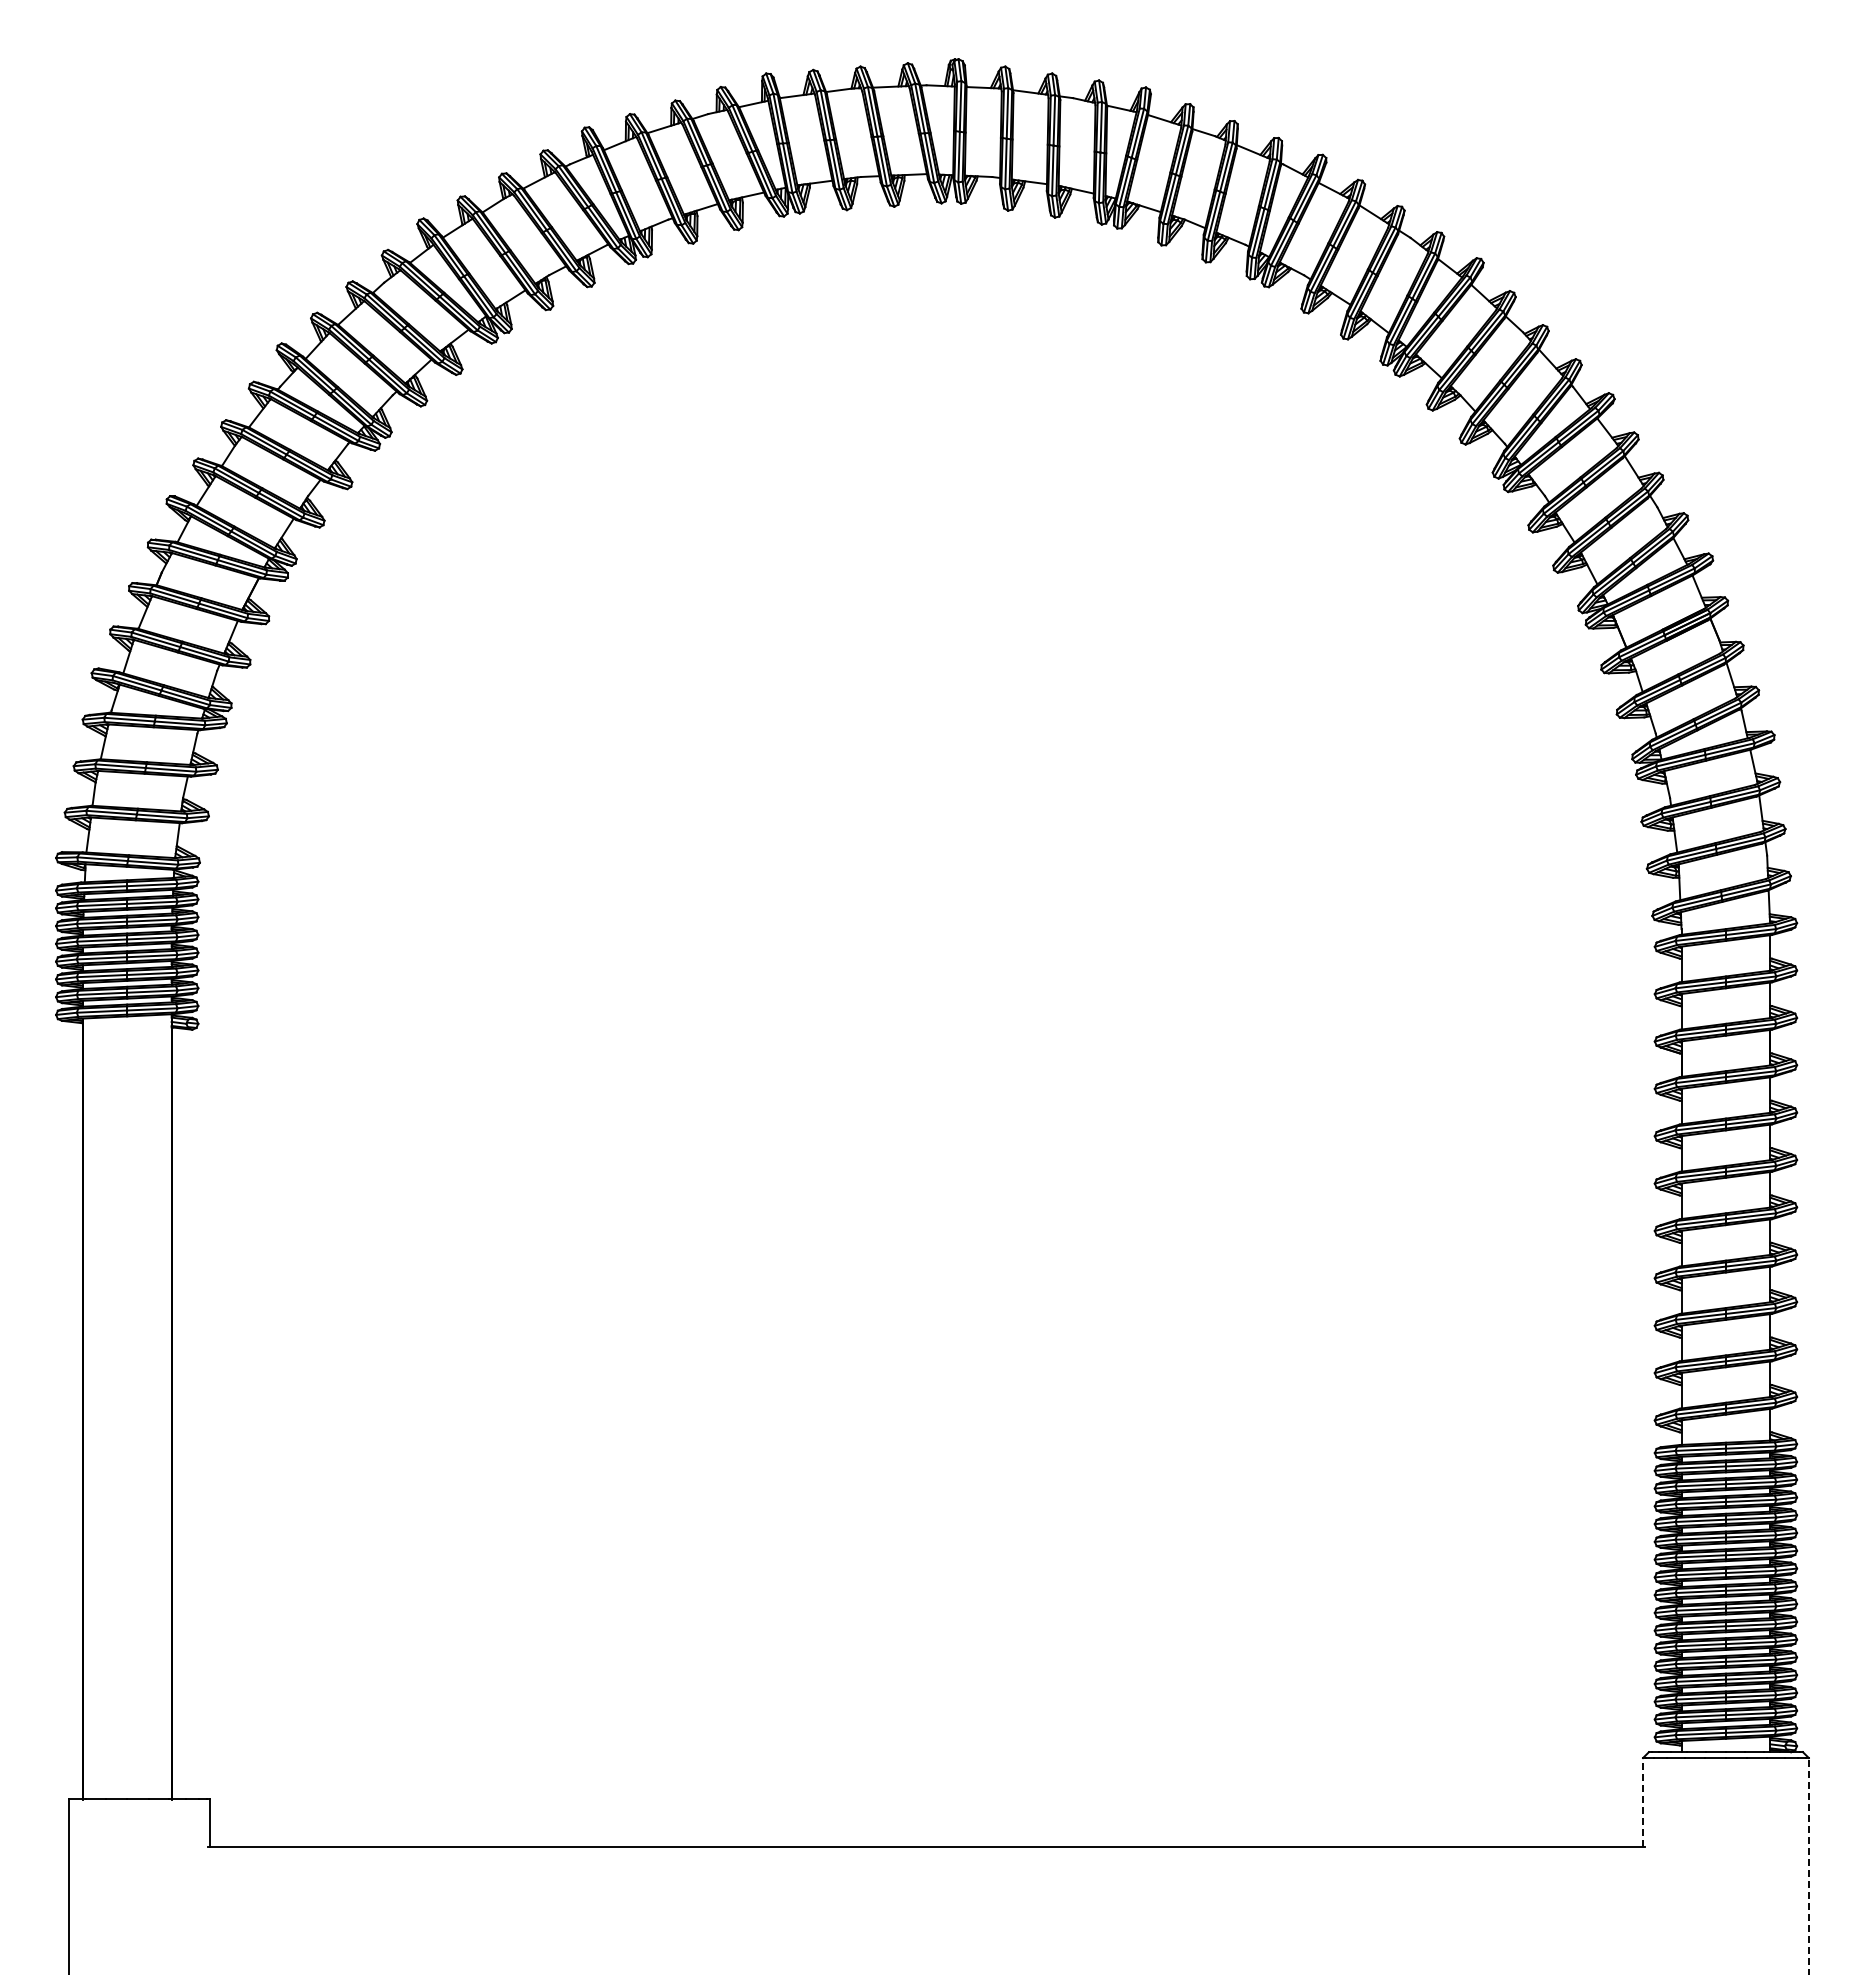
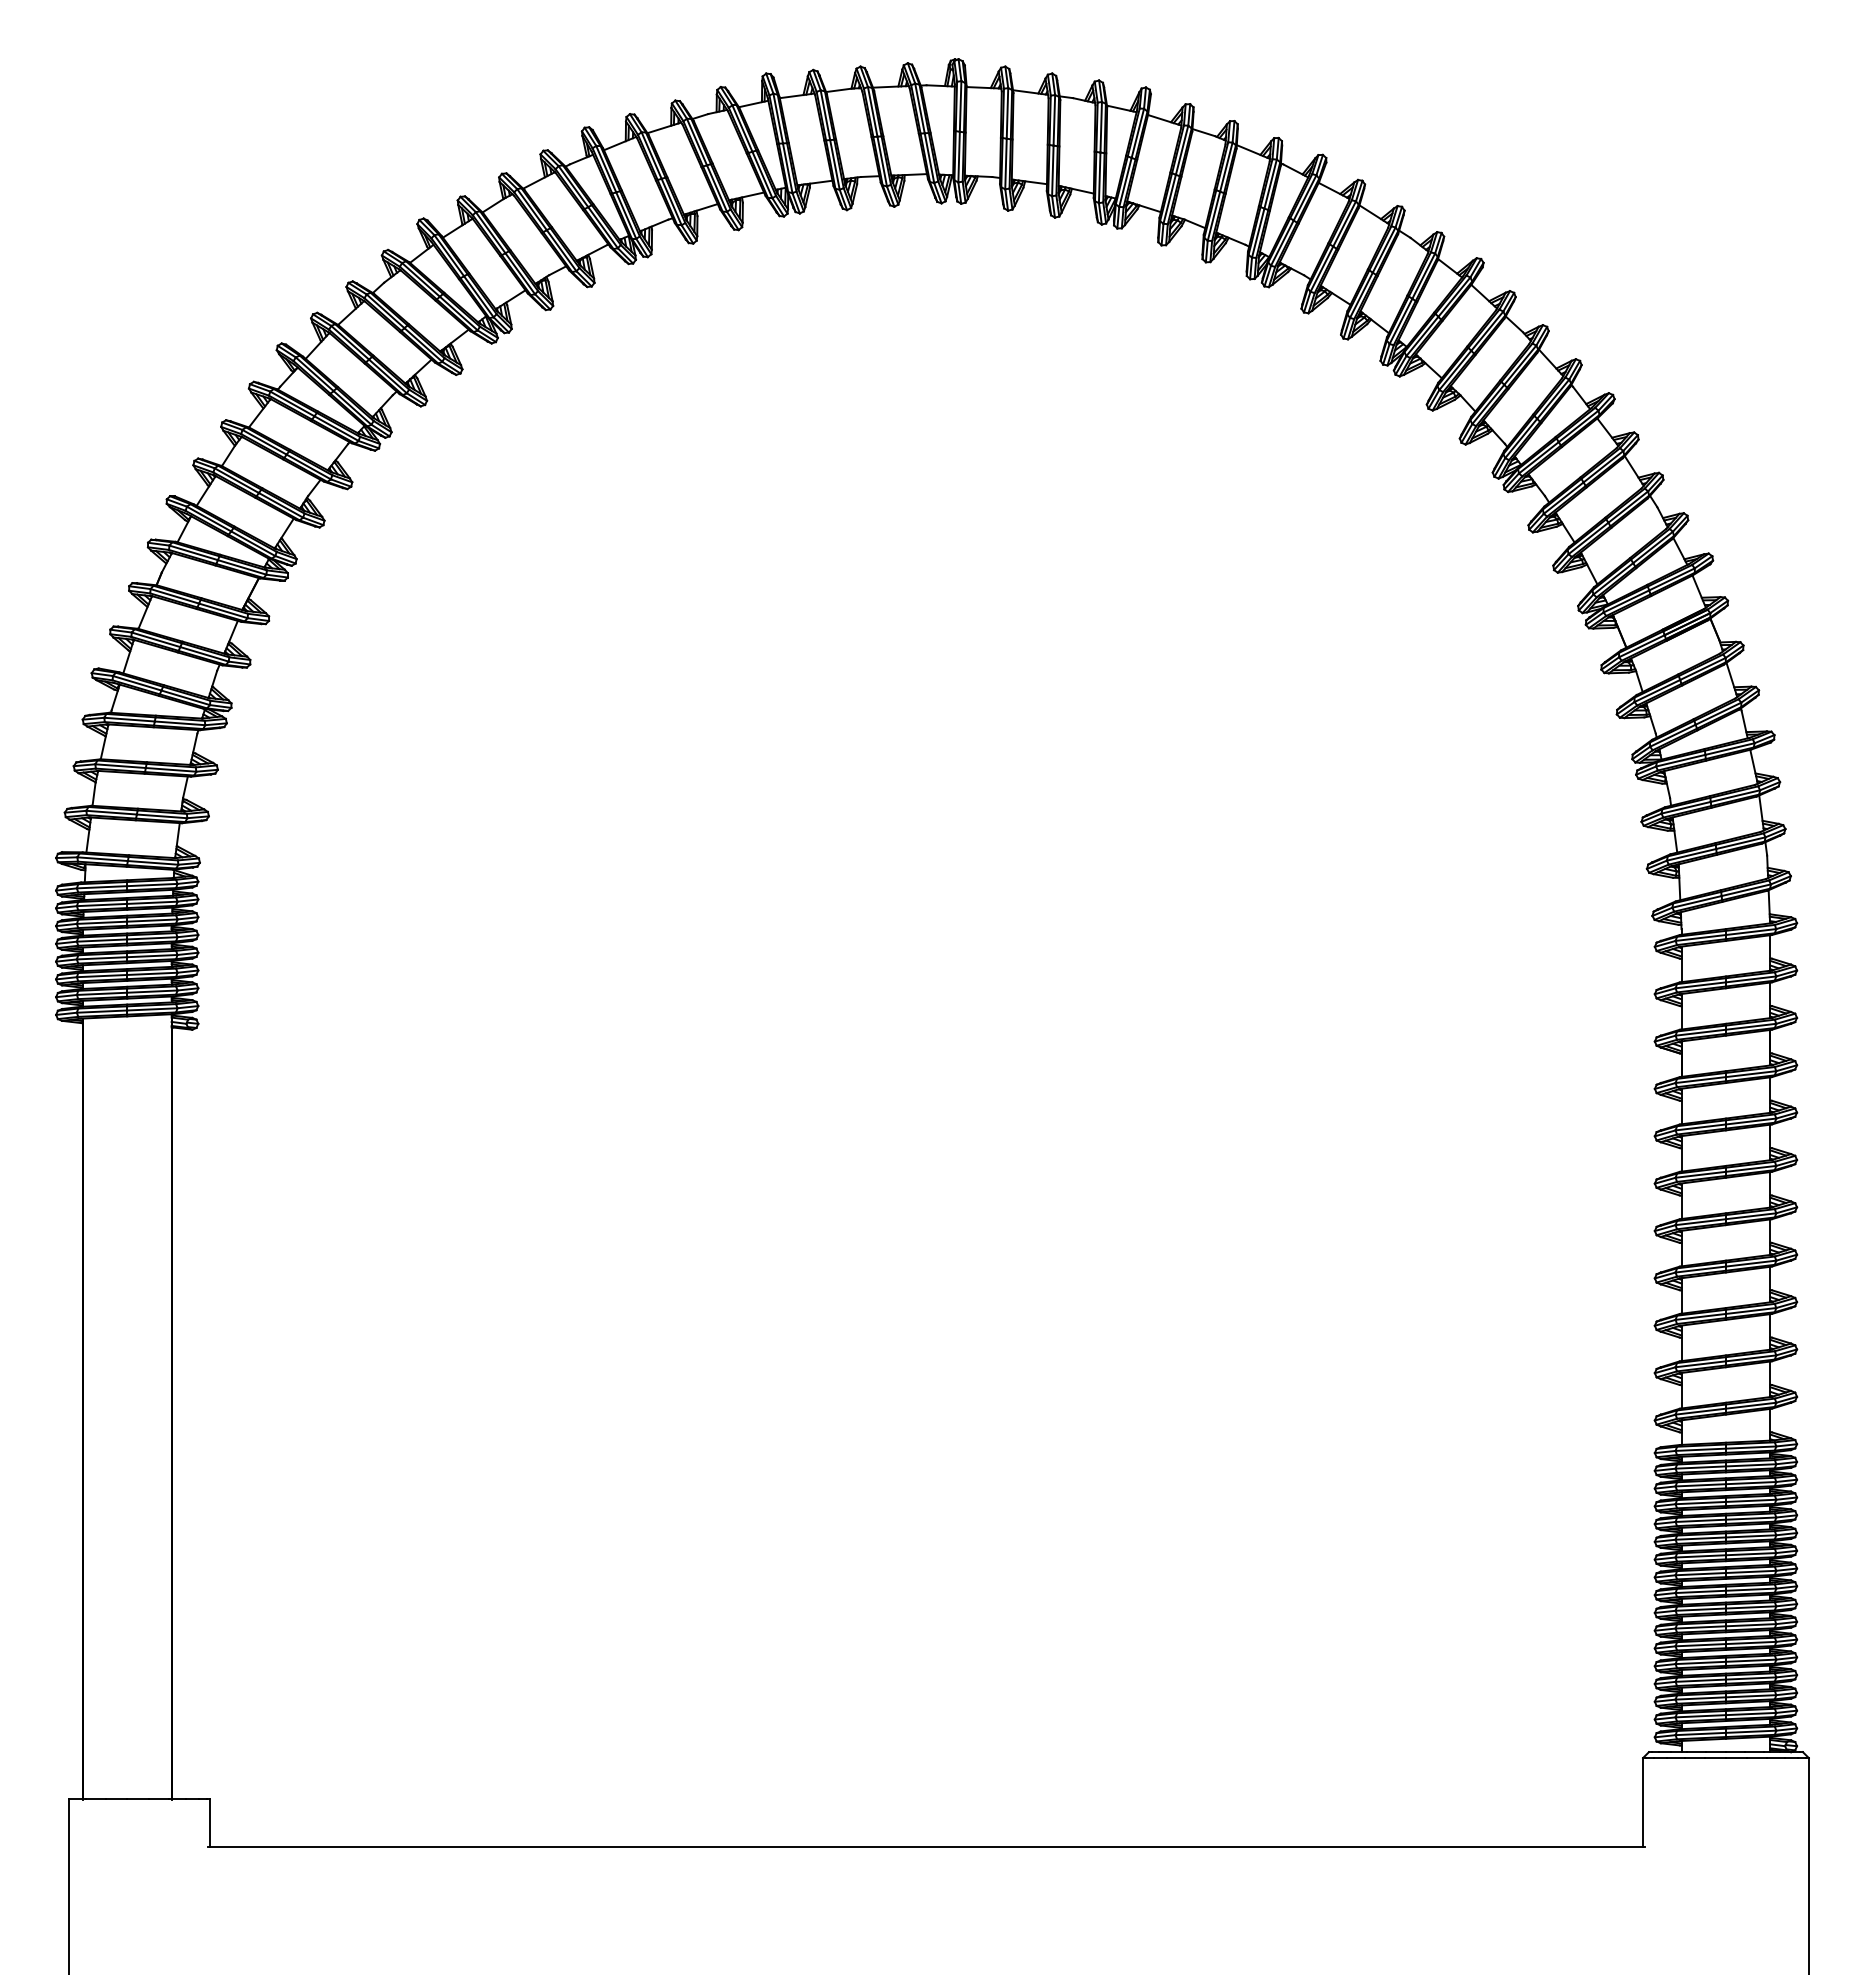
line at (1643, 1801): dashed -> solid
line at (1808, 1865): dashed -> solid
